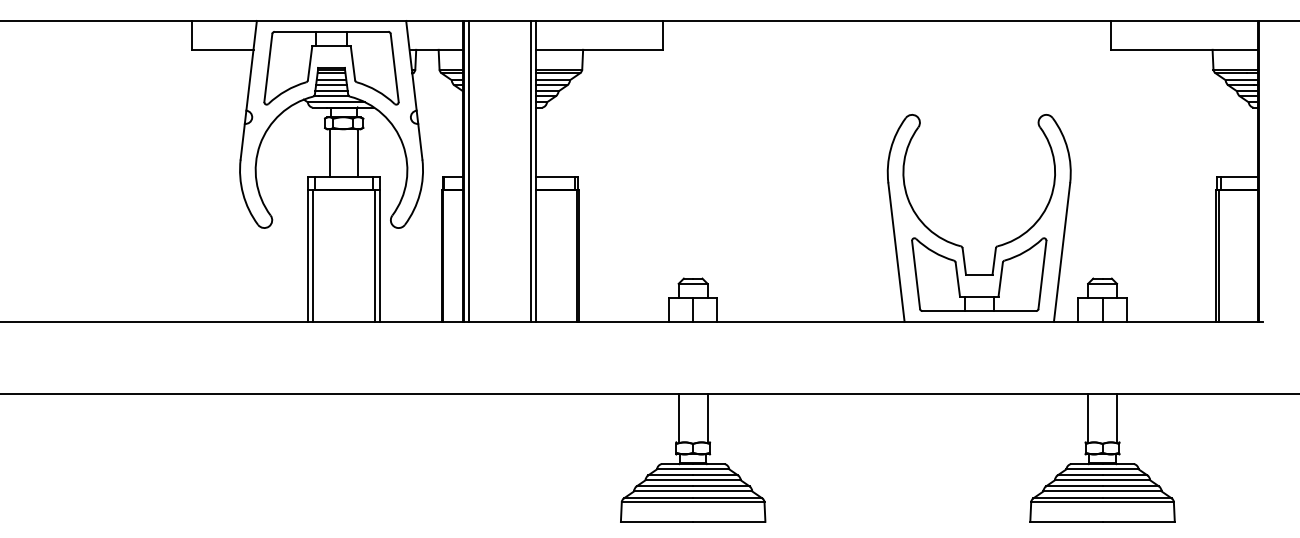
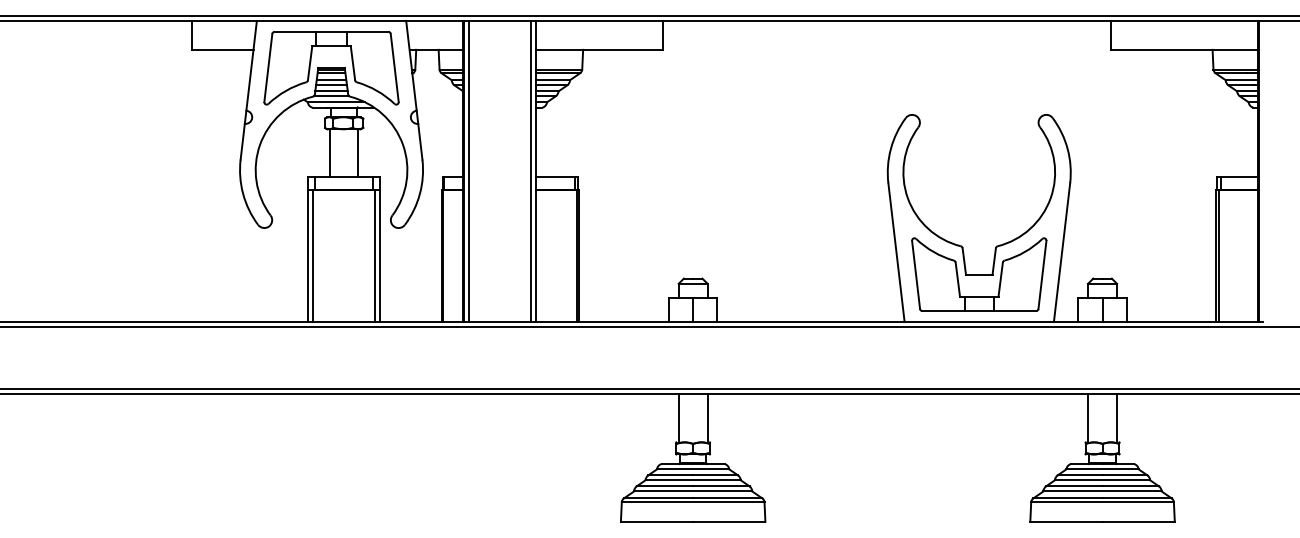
line at (649, 16): none -> present
line at (649, 326): none -> present
line at (649, 389): none -> present
